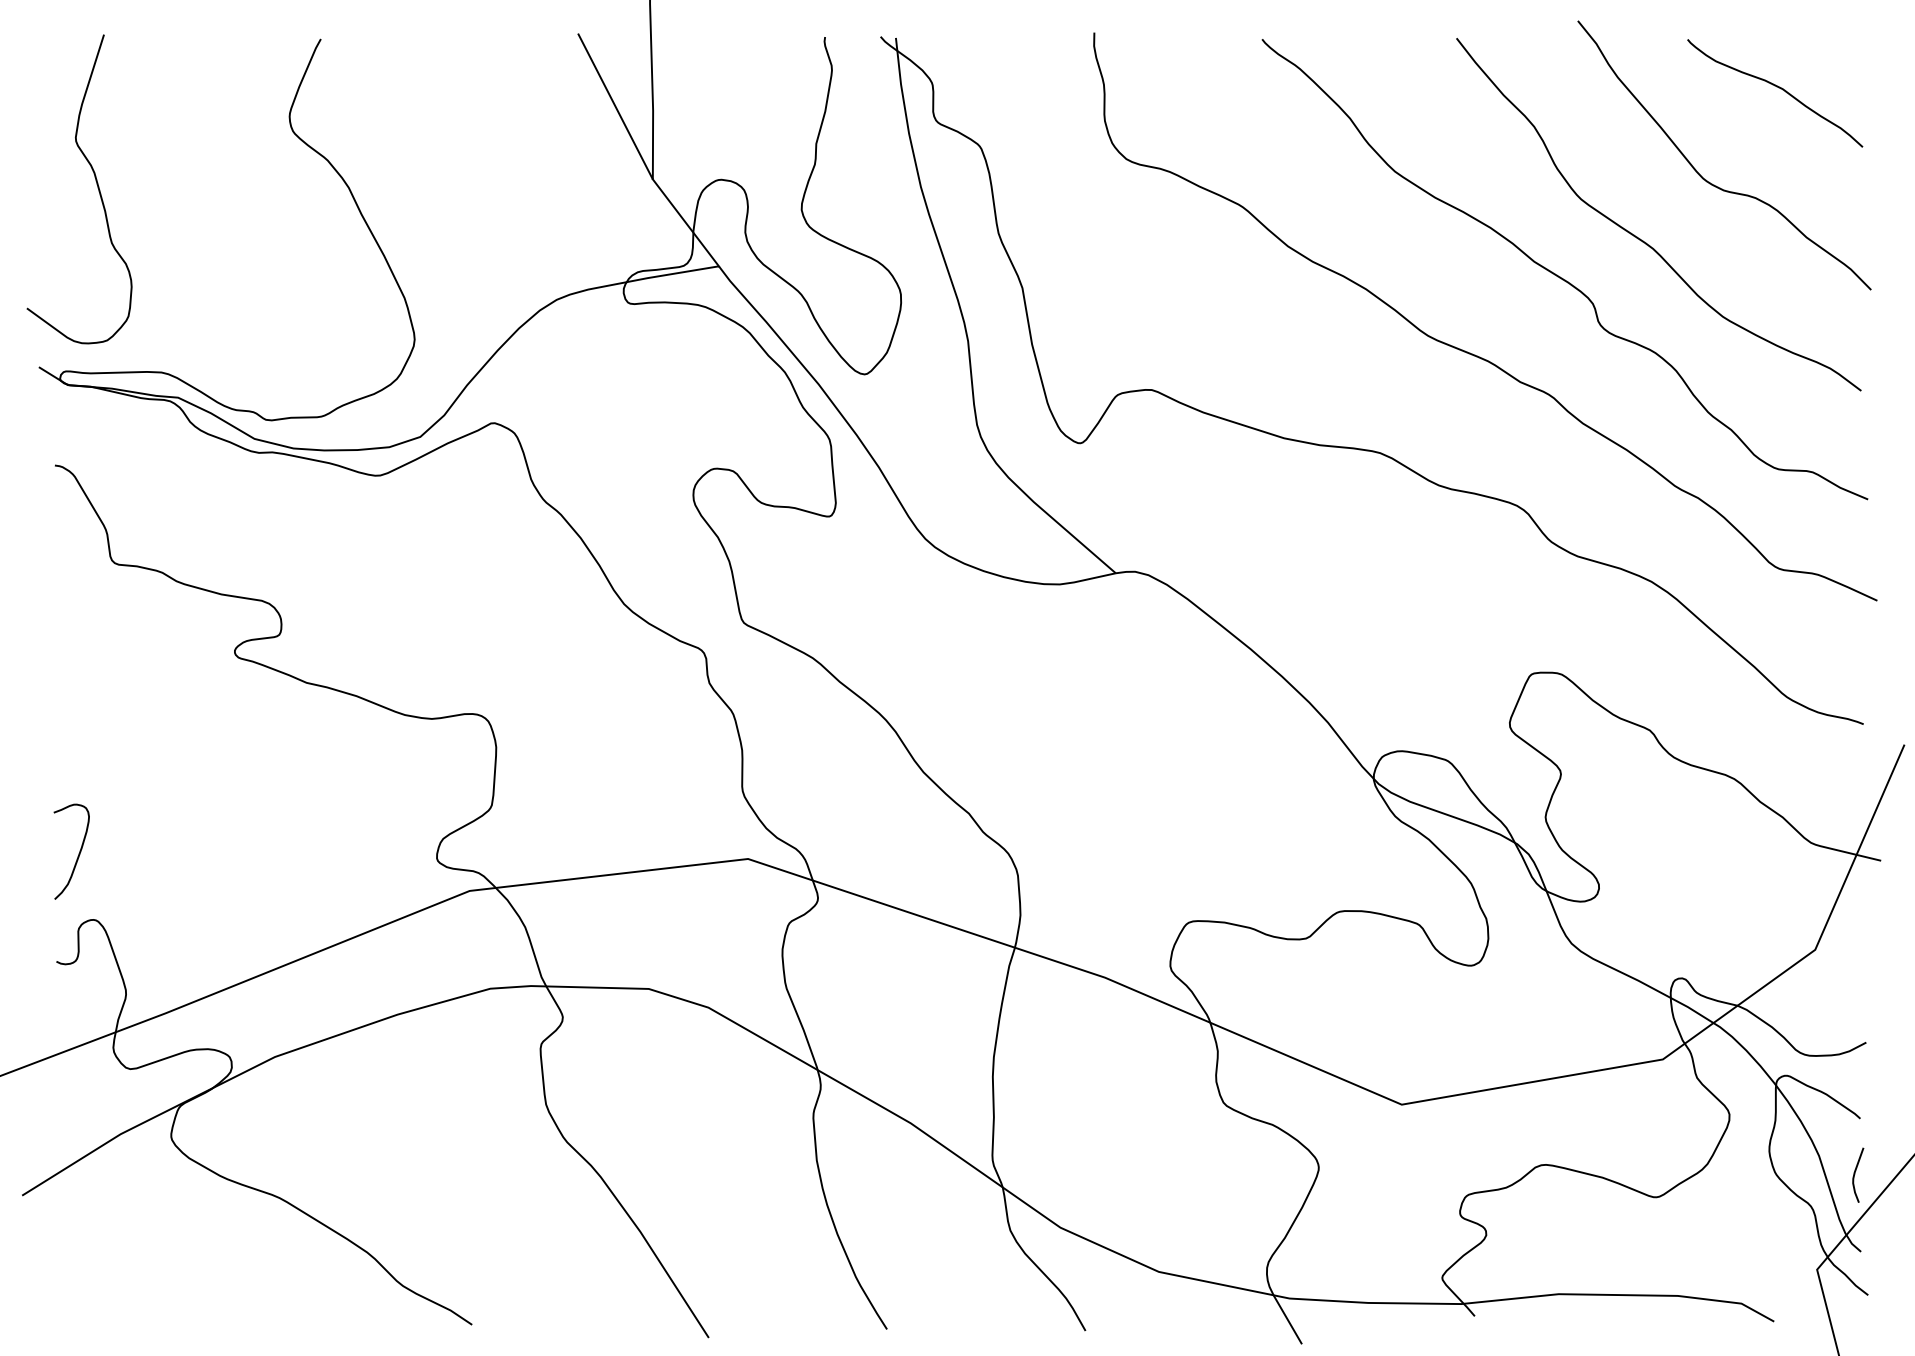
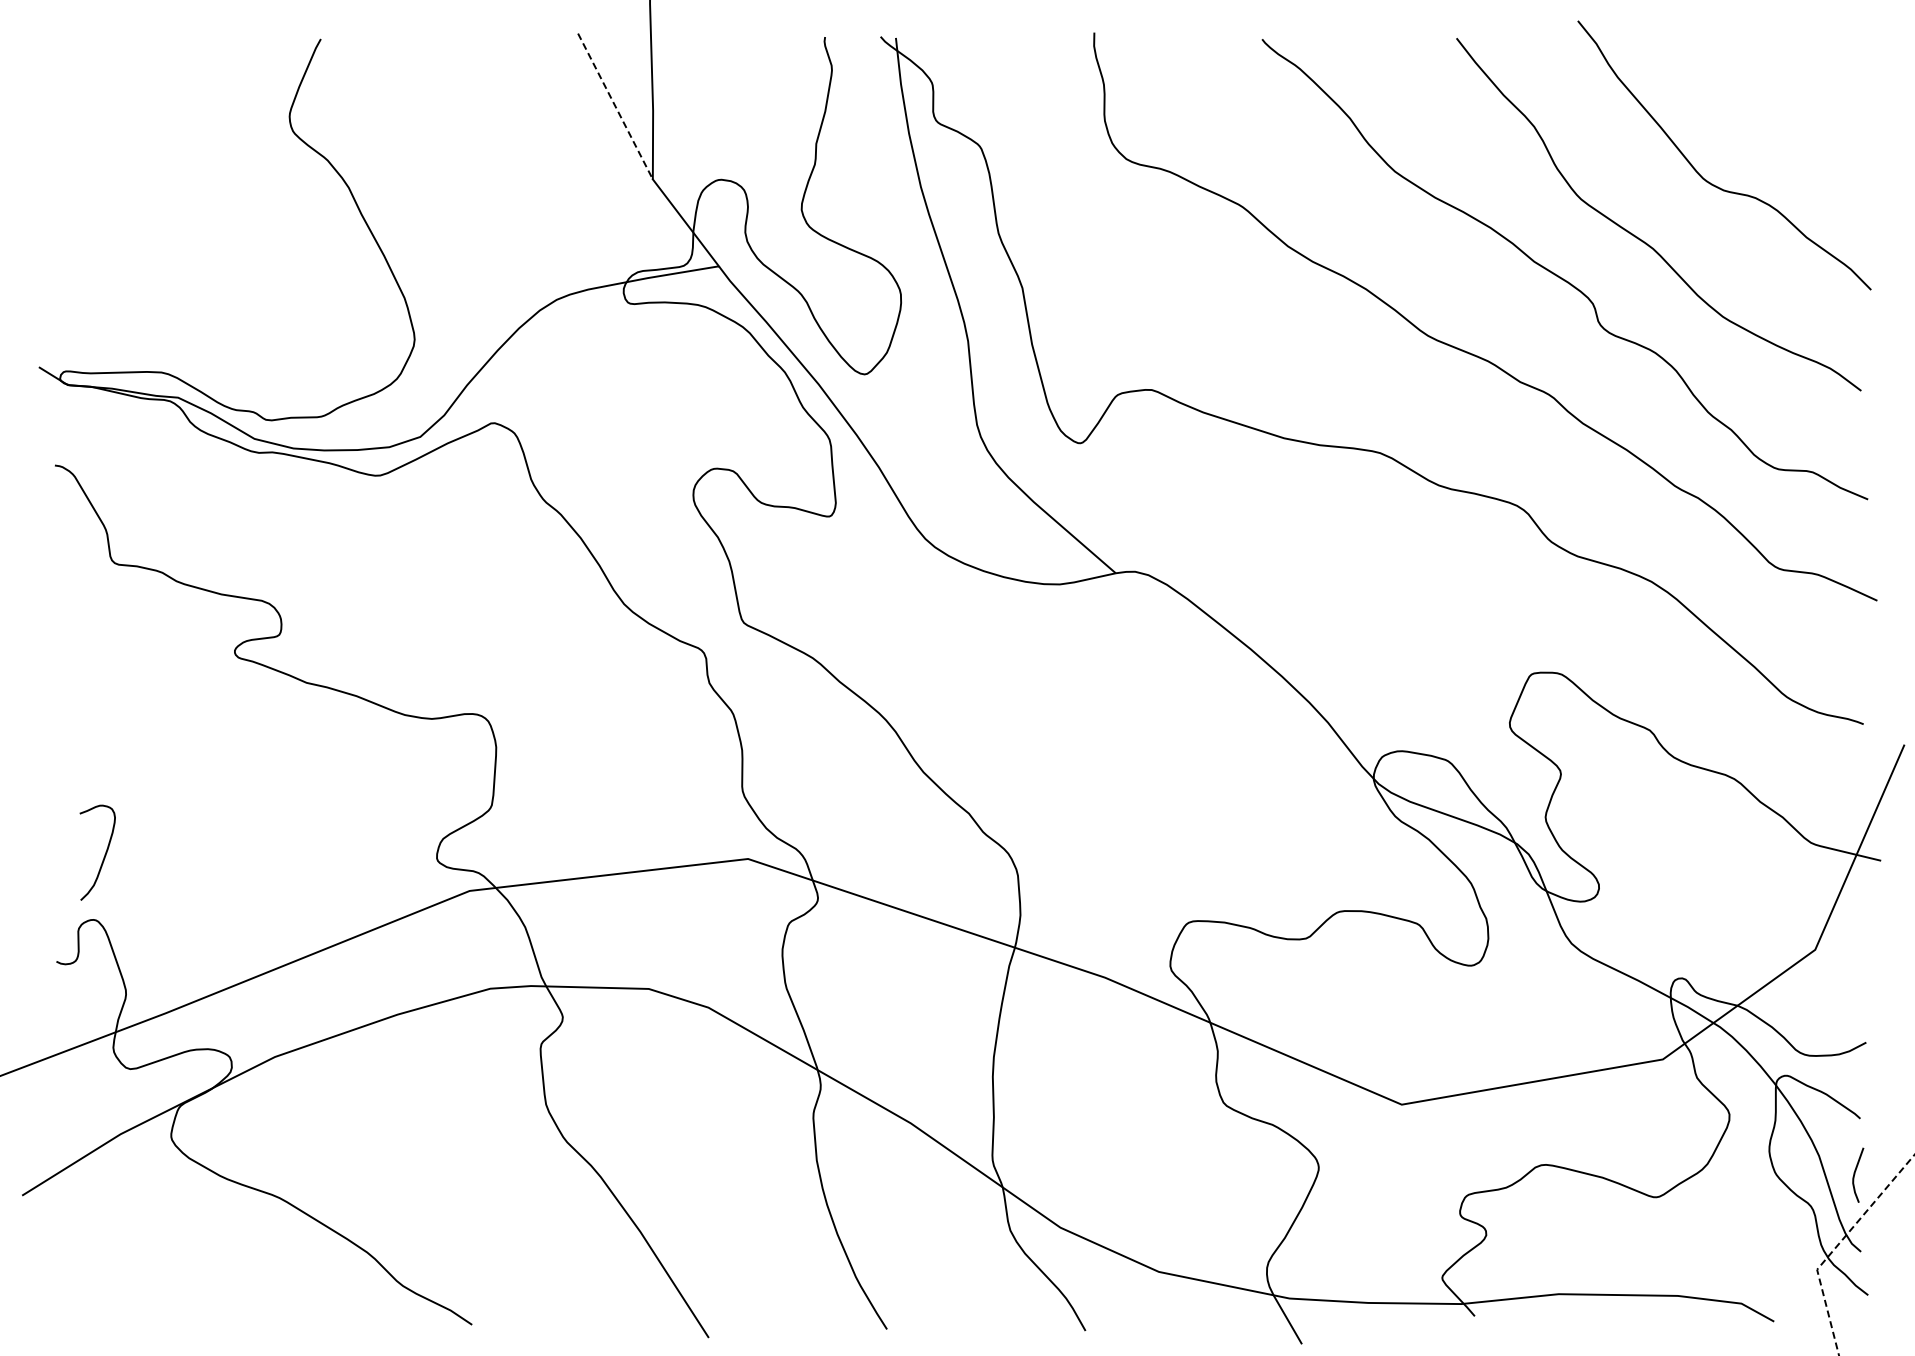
curve at (1778, 88): present -> none
line at (615, 106): solid -> dashed
curve at (96, 184): present -> none
curve at (78, 853) position: (78, 853) -> (104, 854)
line at (1837, 1246): solid -> dashed
